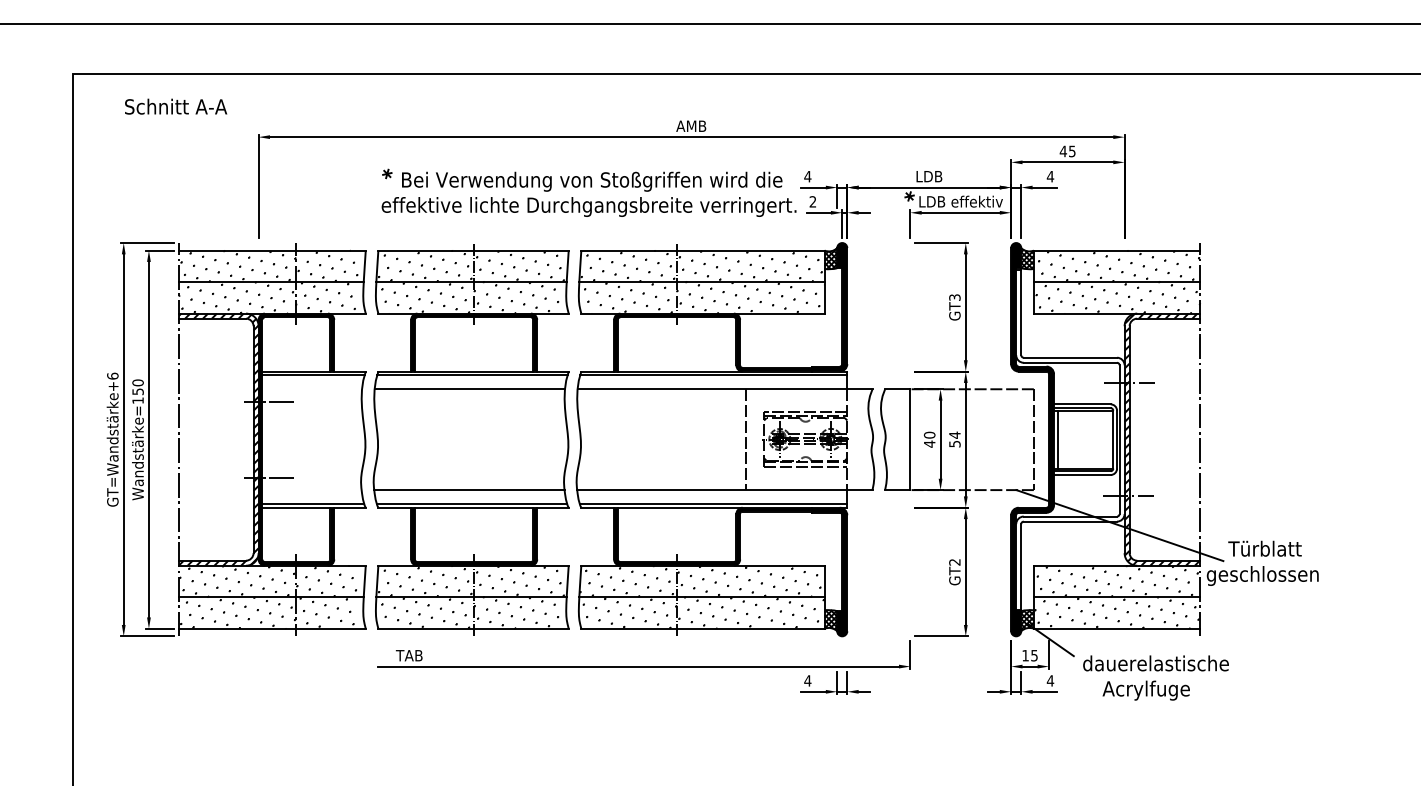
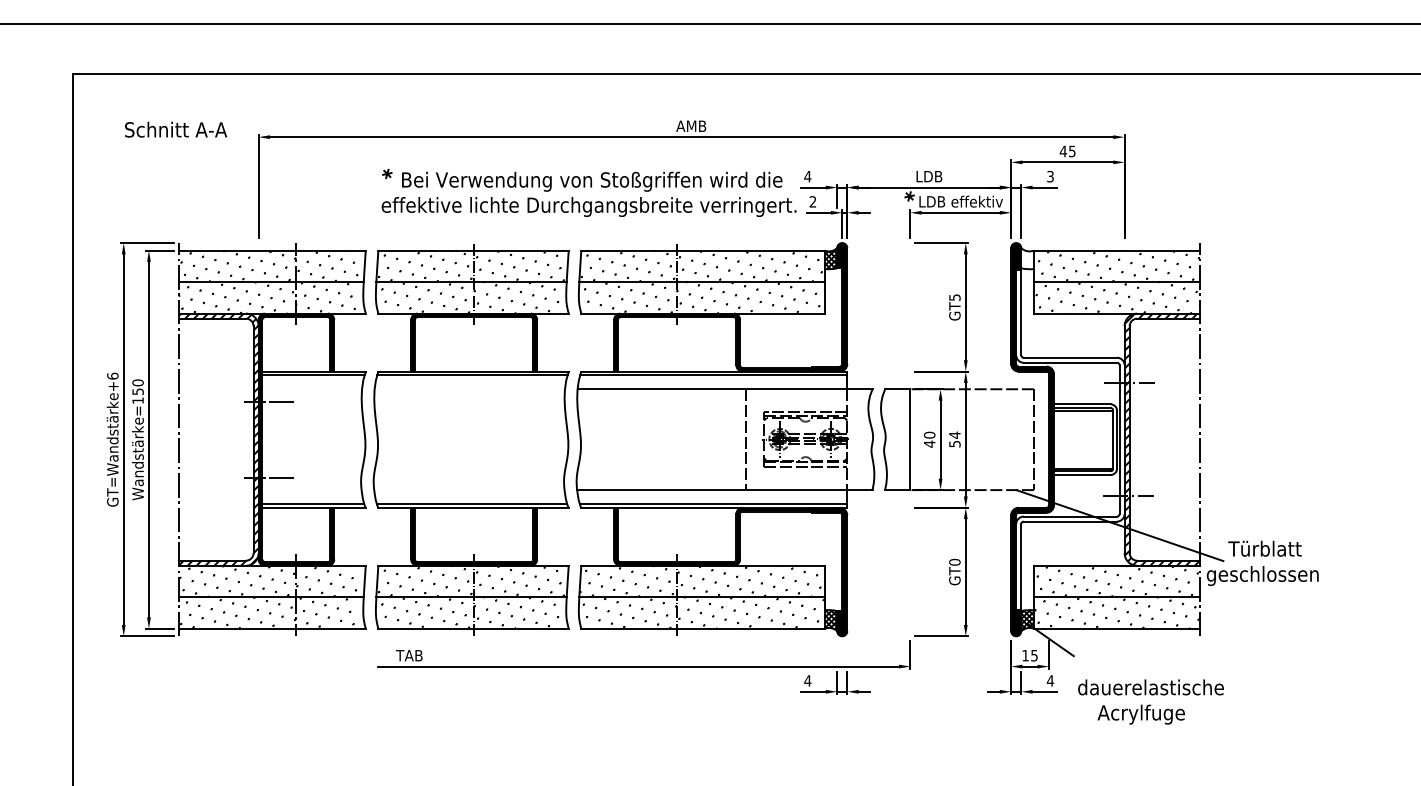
text at (176, 106) position: (176, 106) -> (176, 129)
text at (1050, 176): 4 -> 3
hatch at (1027, 259): present -> none
text at (954, 297): GT3 -> GT5
line at (469, 389): present -> none
line at (1057, 439): present -> none
line at (469, 490): present -> none
text at (954, 561): GT2 -> GT0
text at (1155, 677) position: (1155, 677) -> (1150, 701)
